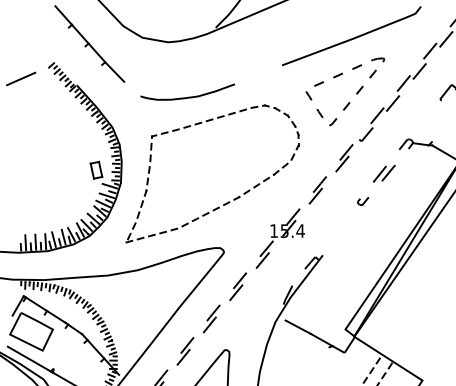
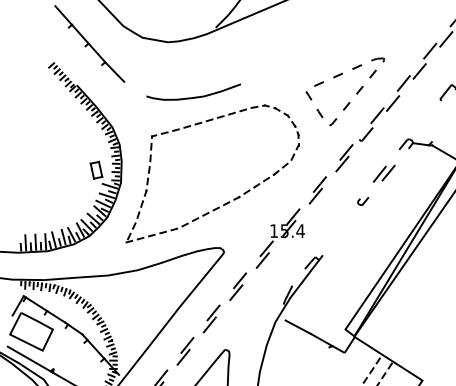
line at (351, 38): present -> none
line at (21, 78): present -> none
curve at (188, 96) position: (188, 96) -> (194, 96)
